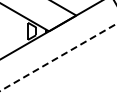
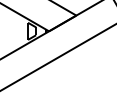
line at (58, 57): dashed -> solid
